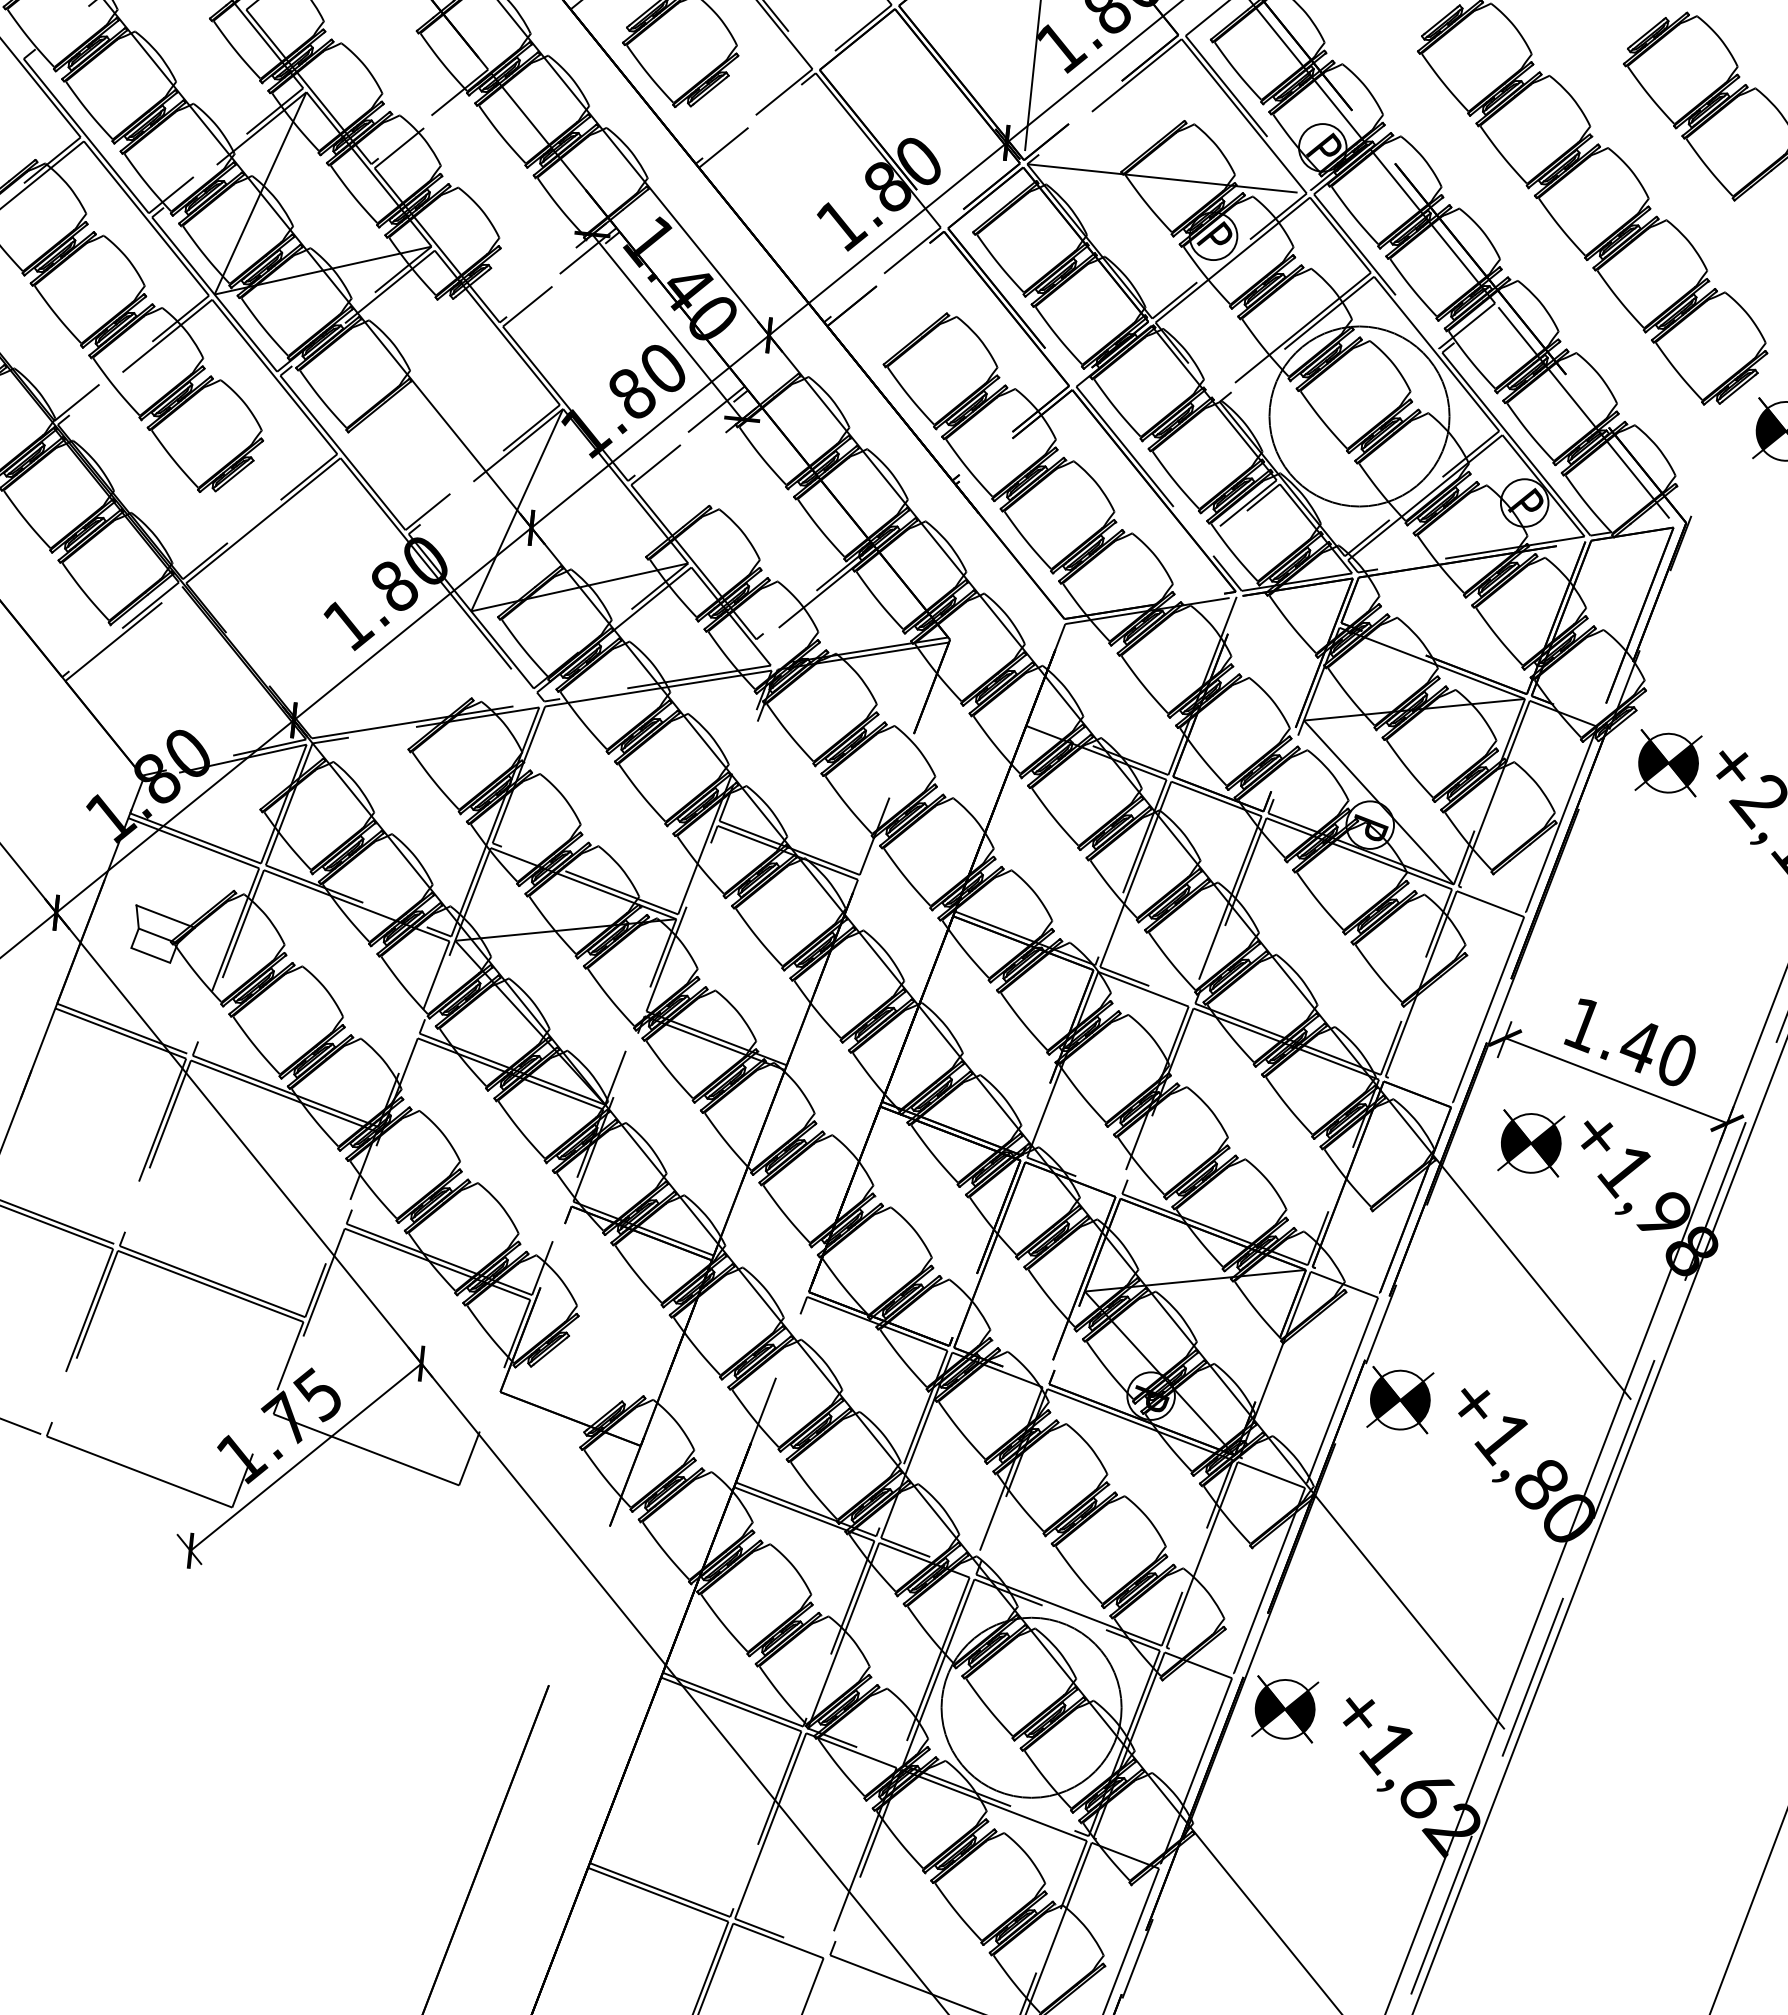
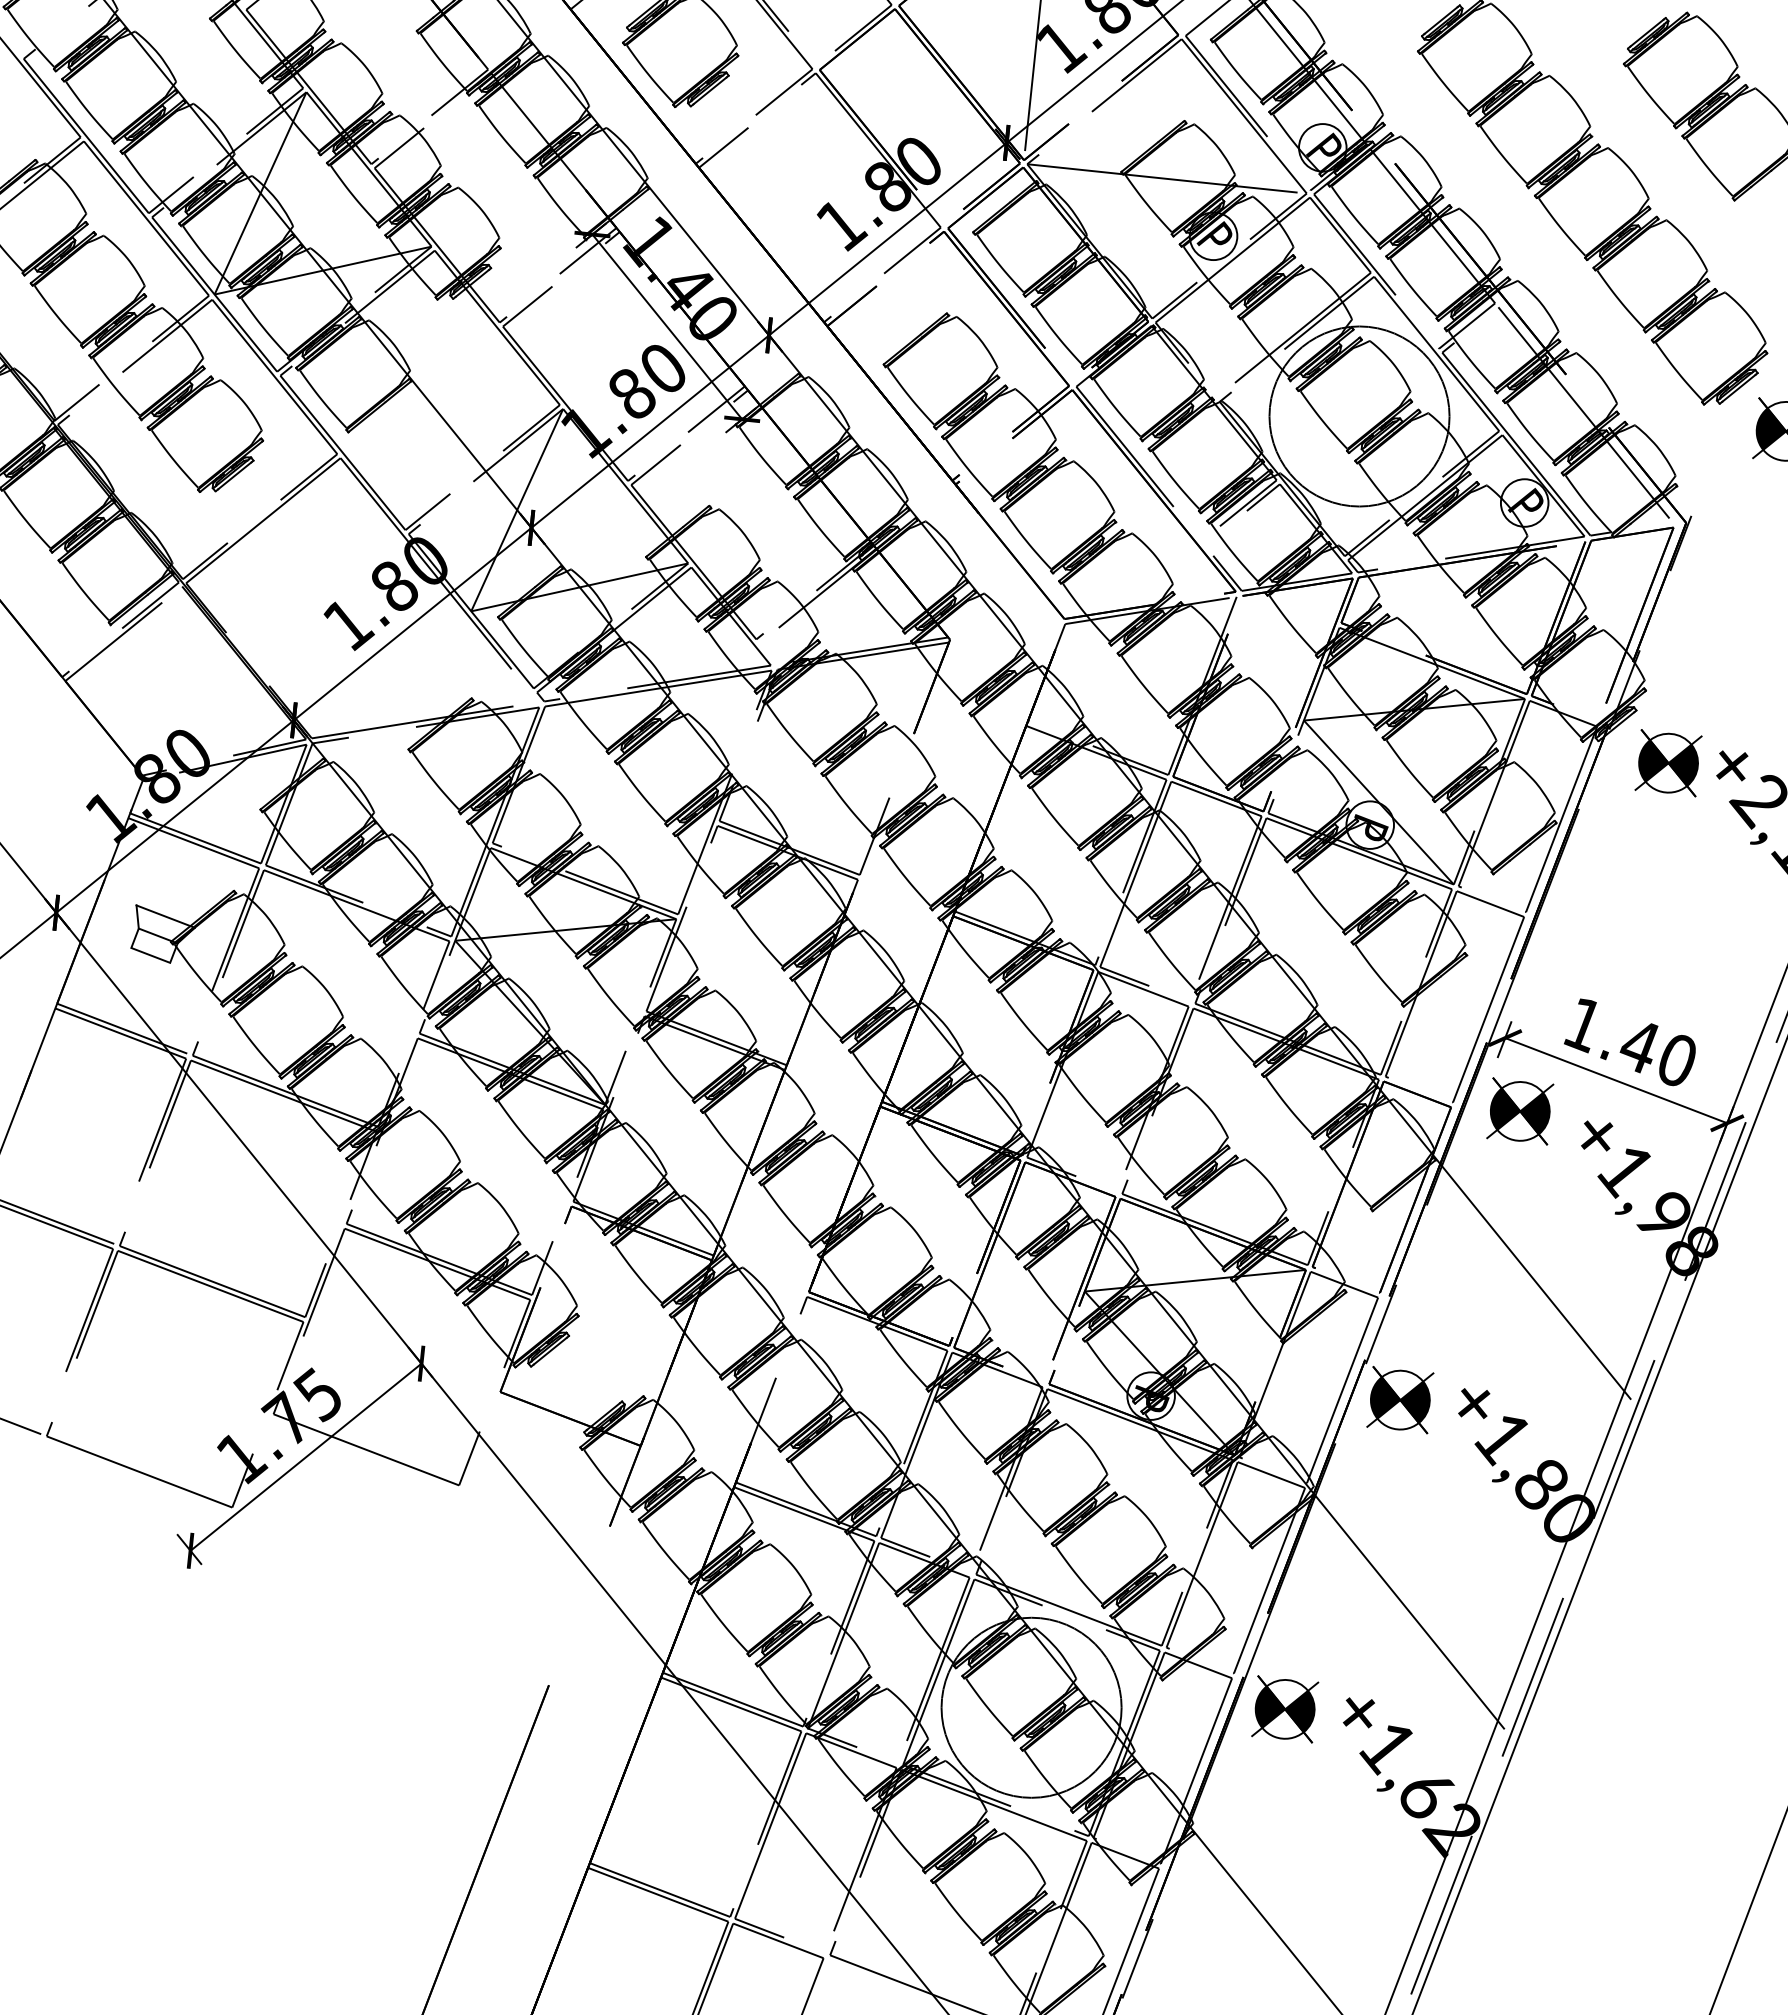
part at (1531, 1143) position: (1531, 1143) -> (1520, 1111)
